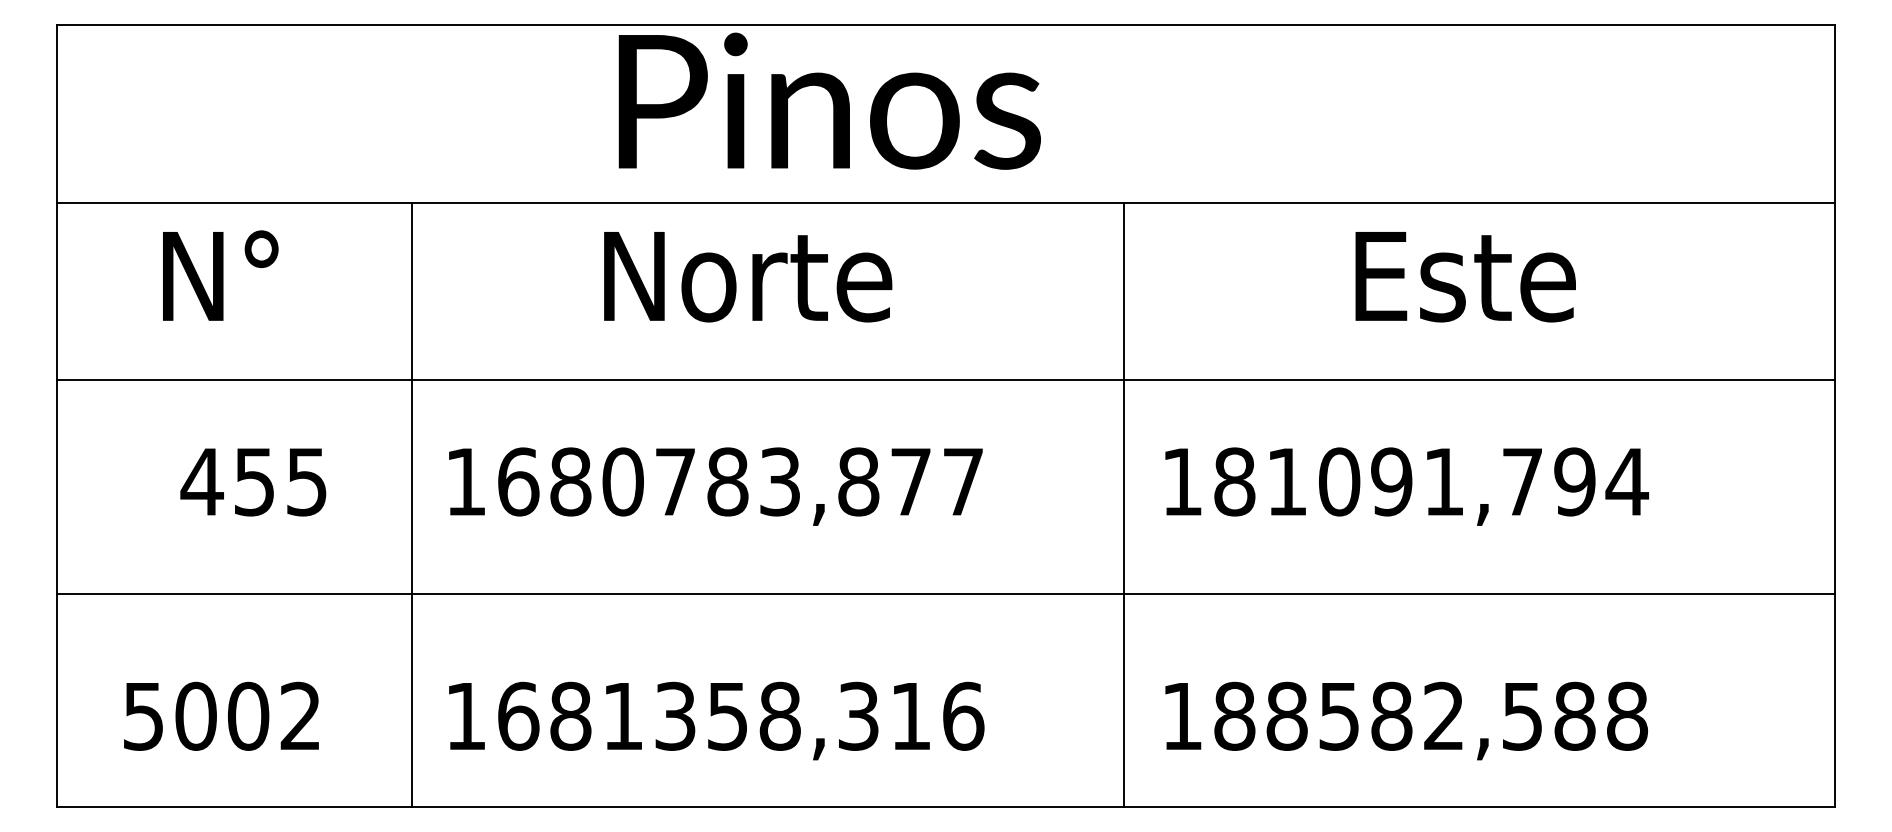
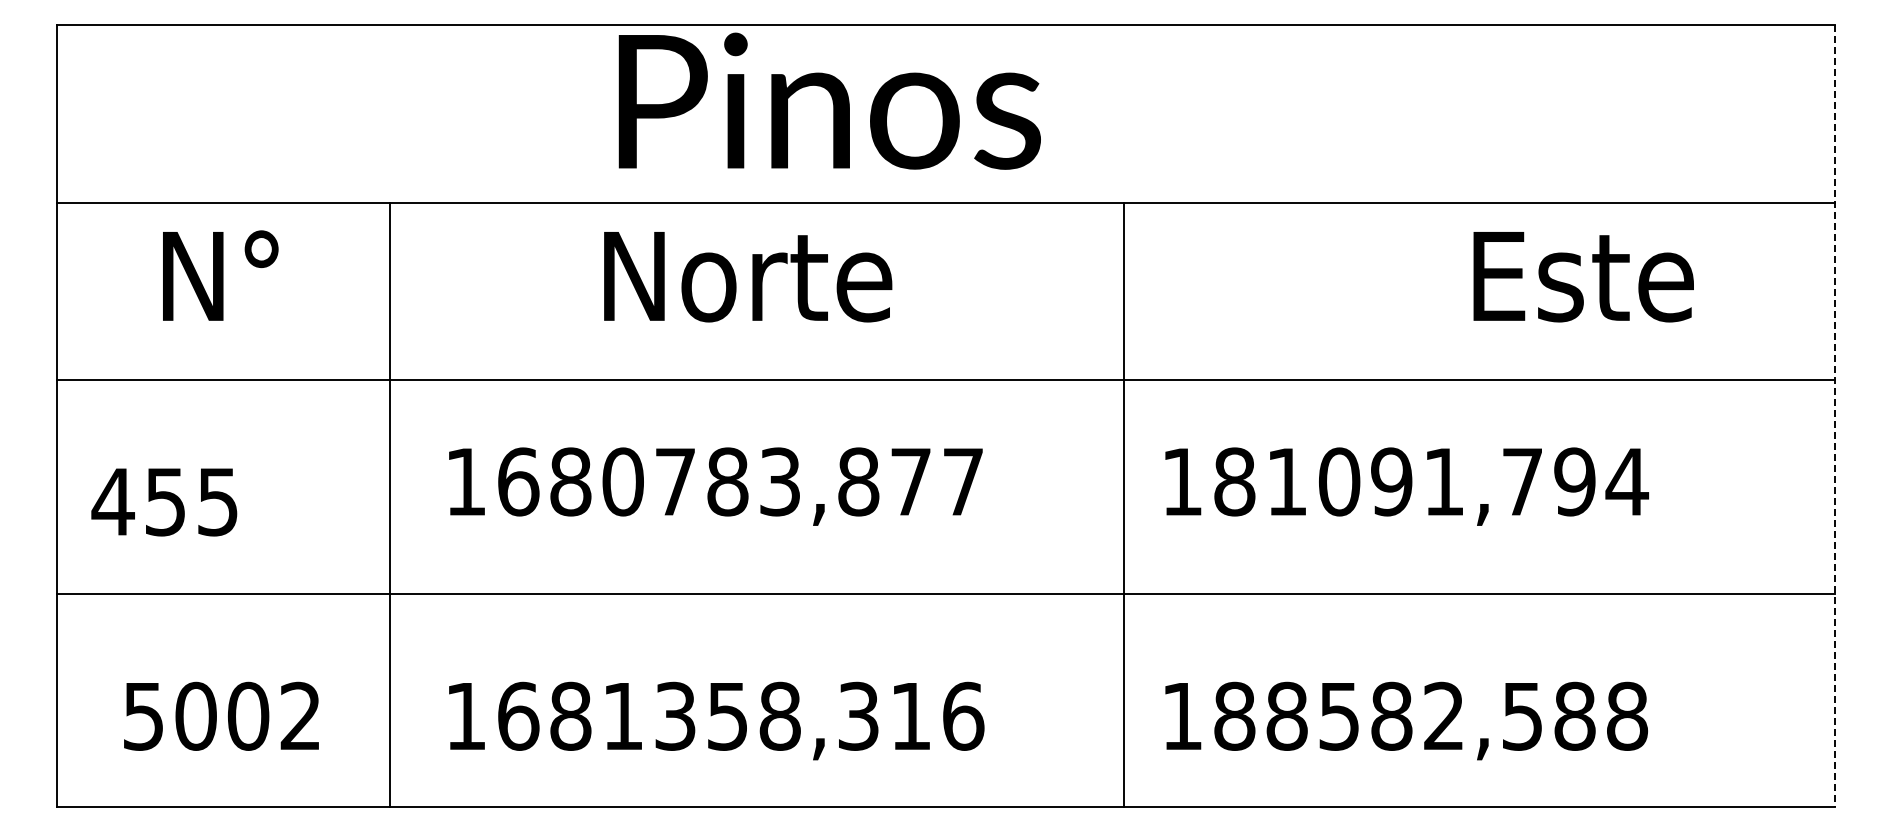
text at (1465, 277) position: (1465, 277) -> (1583, 277)
line at (1835, 416): solid -> dashed
text at (253, 482) position: (253, 482) -> (164, 502)
line at (412, 504) position: (412, 504) -> (390, 504)
